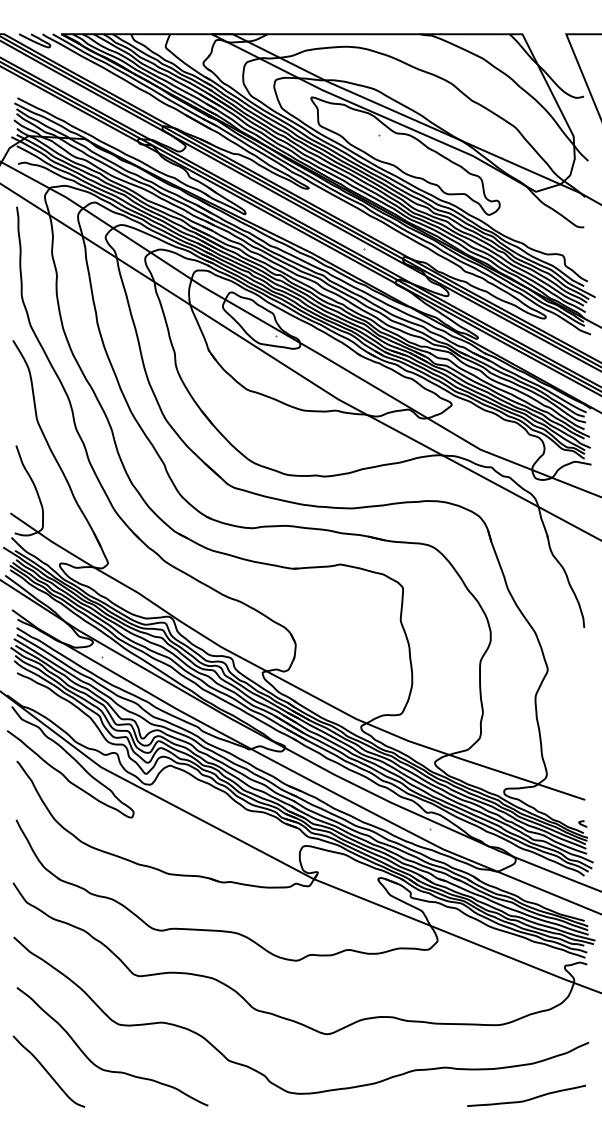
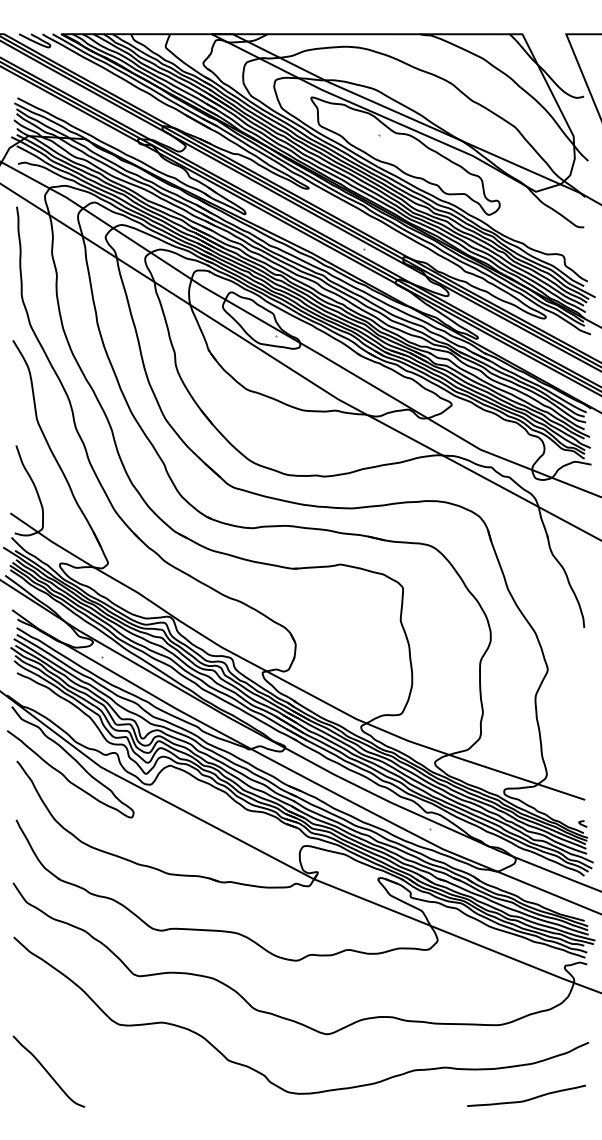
curve at (106, 1069): present -> none
